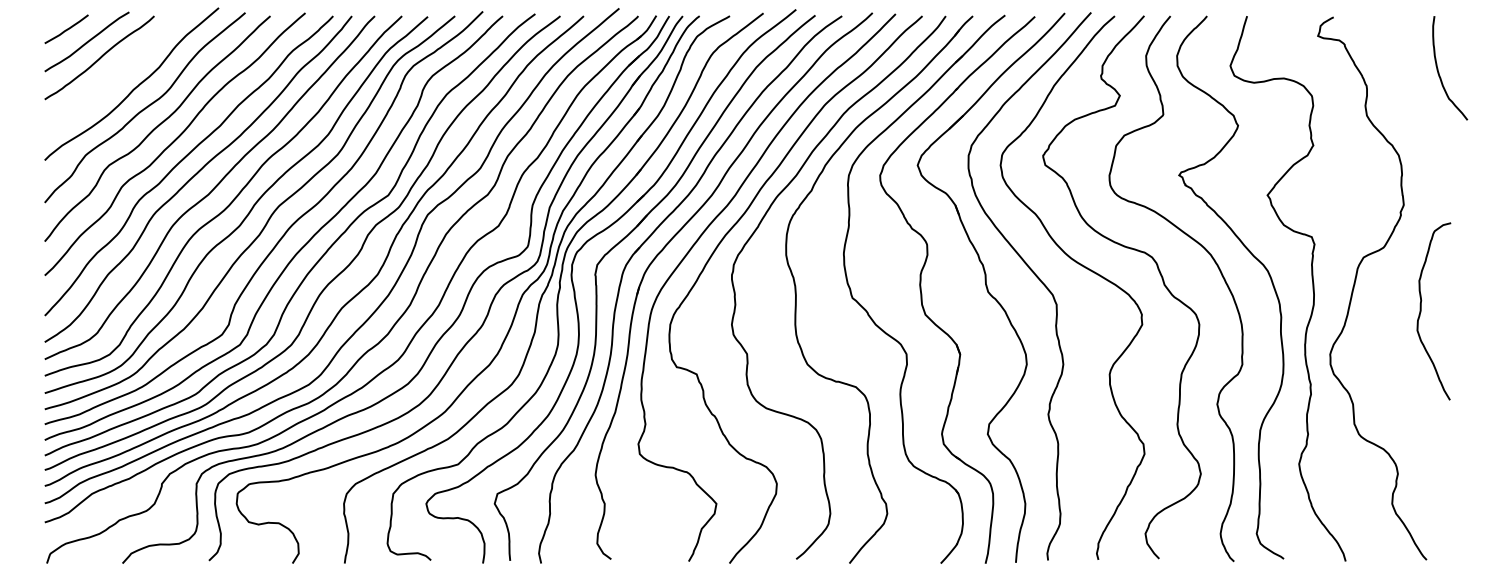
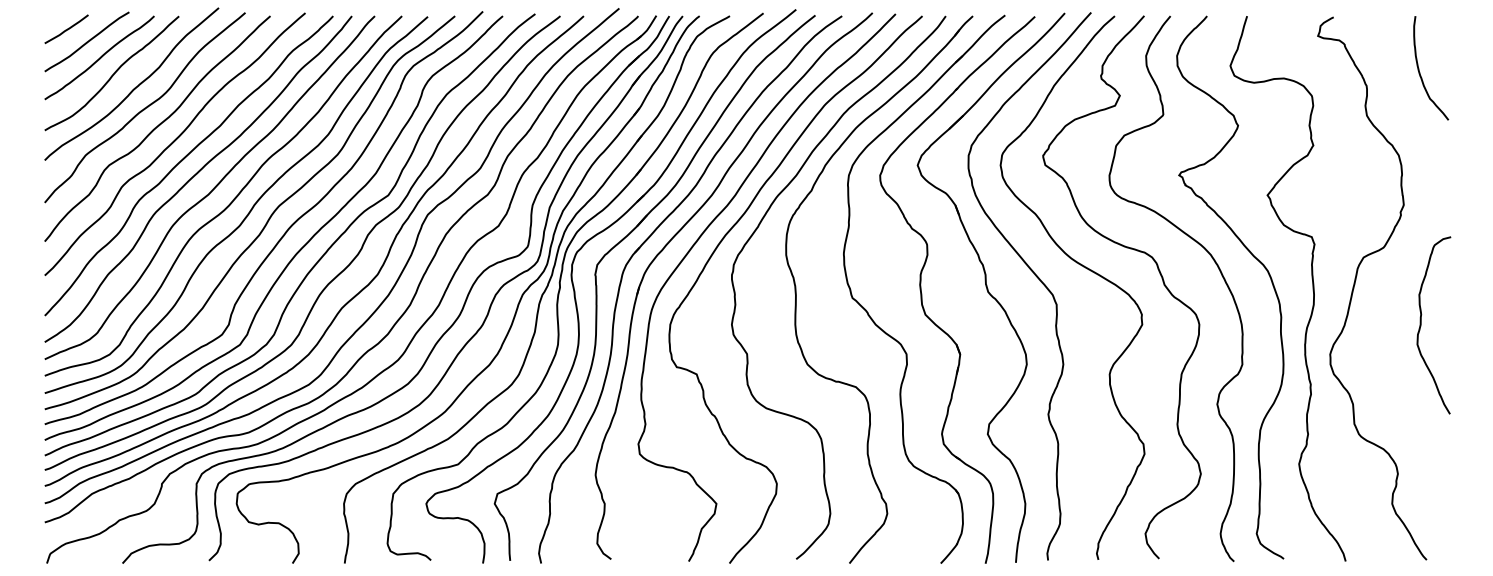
curve at (1439, 72) position: (1439, 72) -> (1420, 72)
curve at (112, 74): none -> present
curve at (1421, 311) position: (1421, 311) -> (1421, 325)
